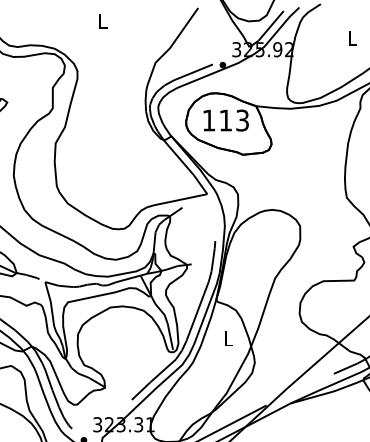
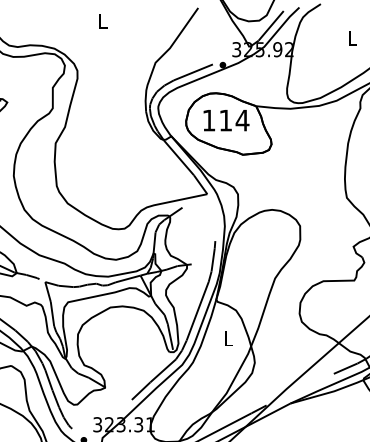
text at (242, 120): 113 -> 114
